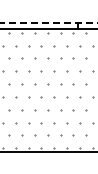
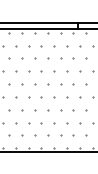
line at (49, 22): dashed -> solid
